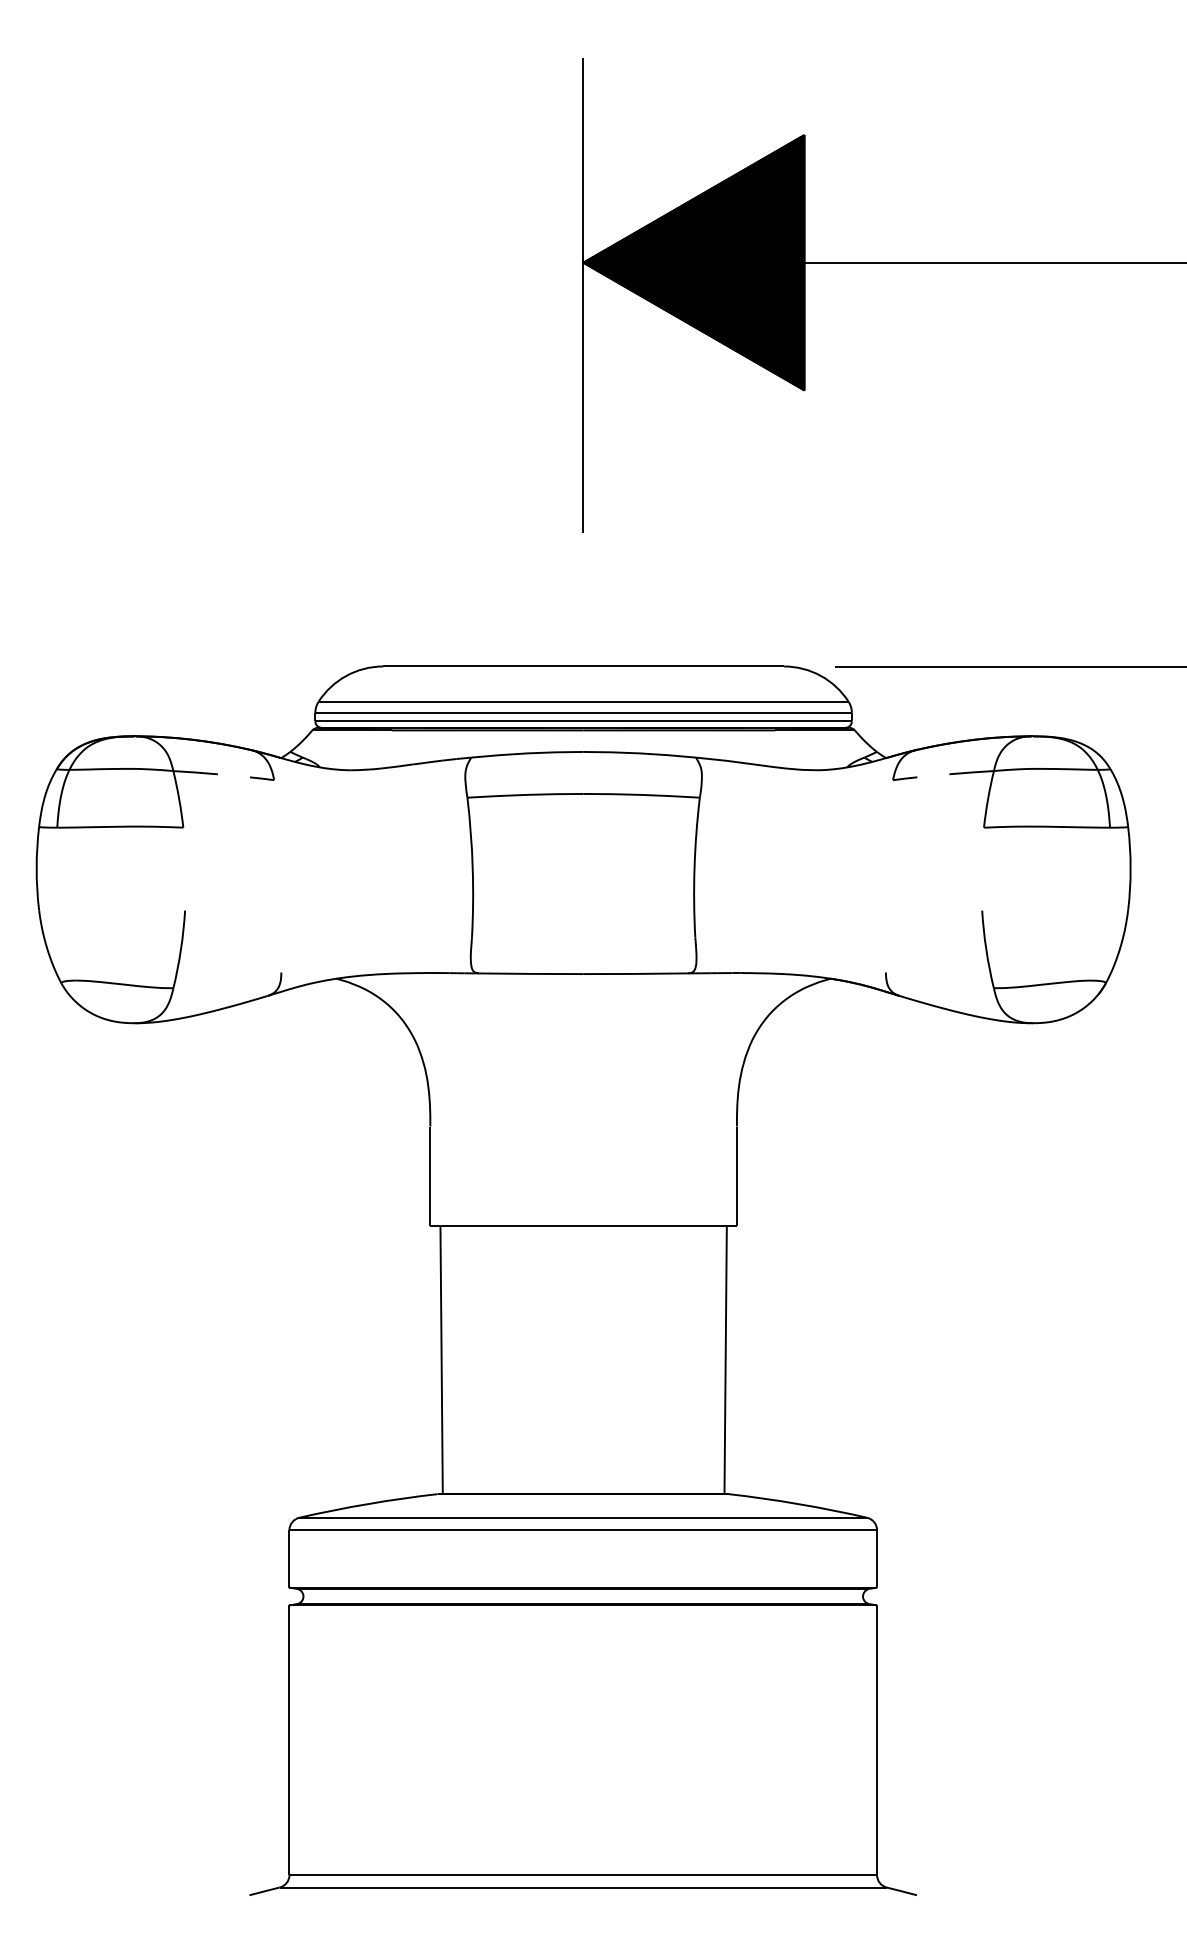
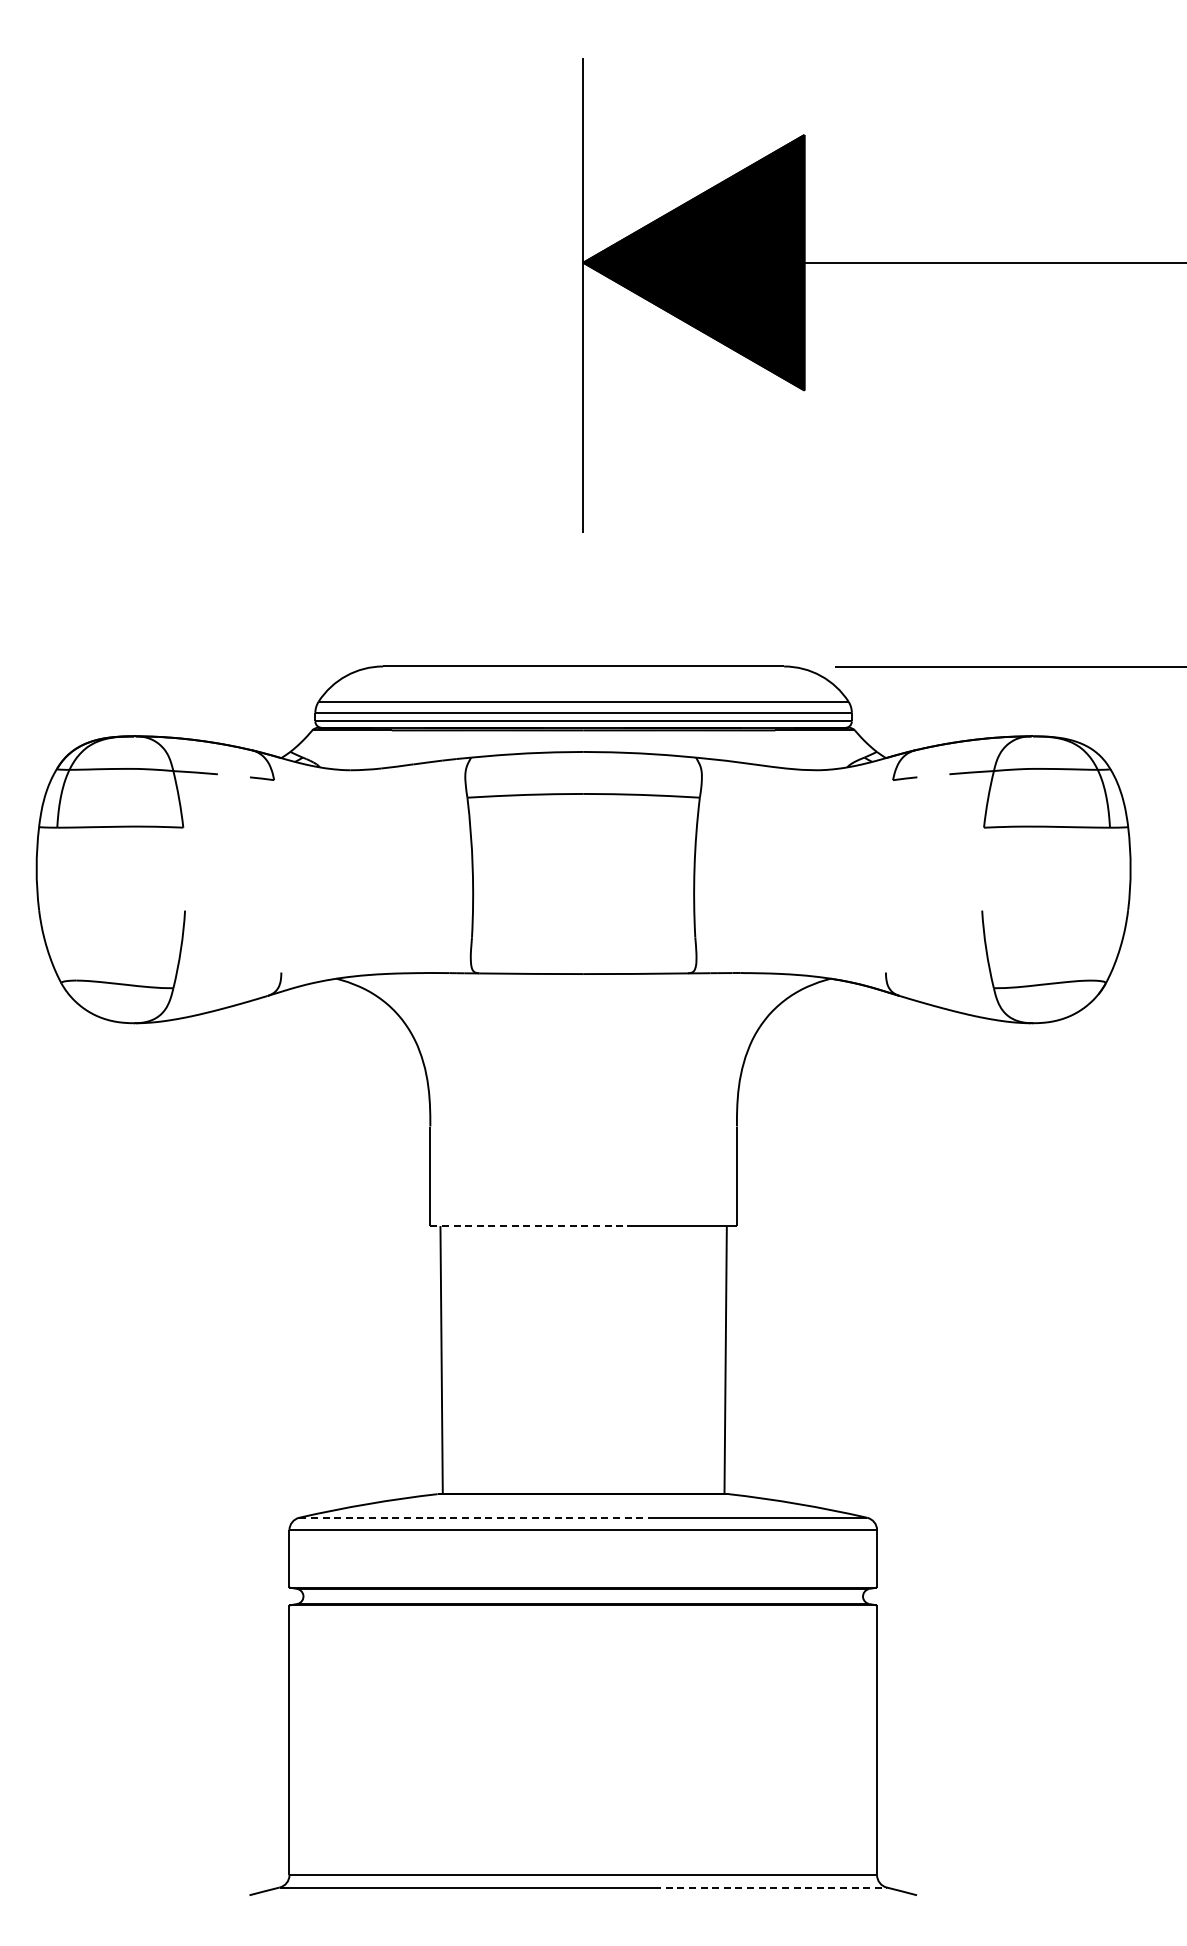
line at (529, 1226): solid -> dashed
line at (475, 1517): solid -> dashed
line at (771, 1887): solid -> dashed
